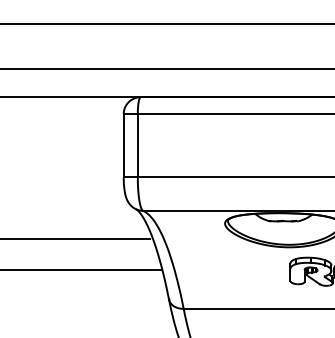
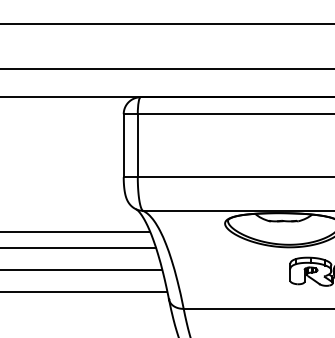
line at (76, 238) position: (76, 238) -> (76, 231)
line at (79, 248): none -> present
line at (84, 291): none -> present
